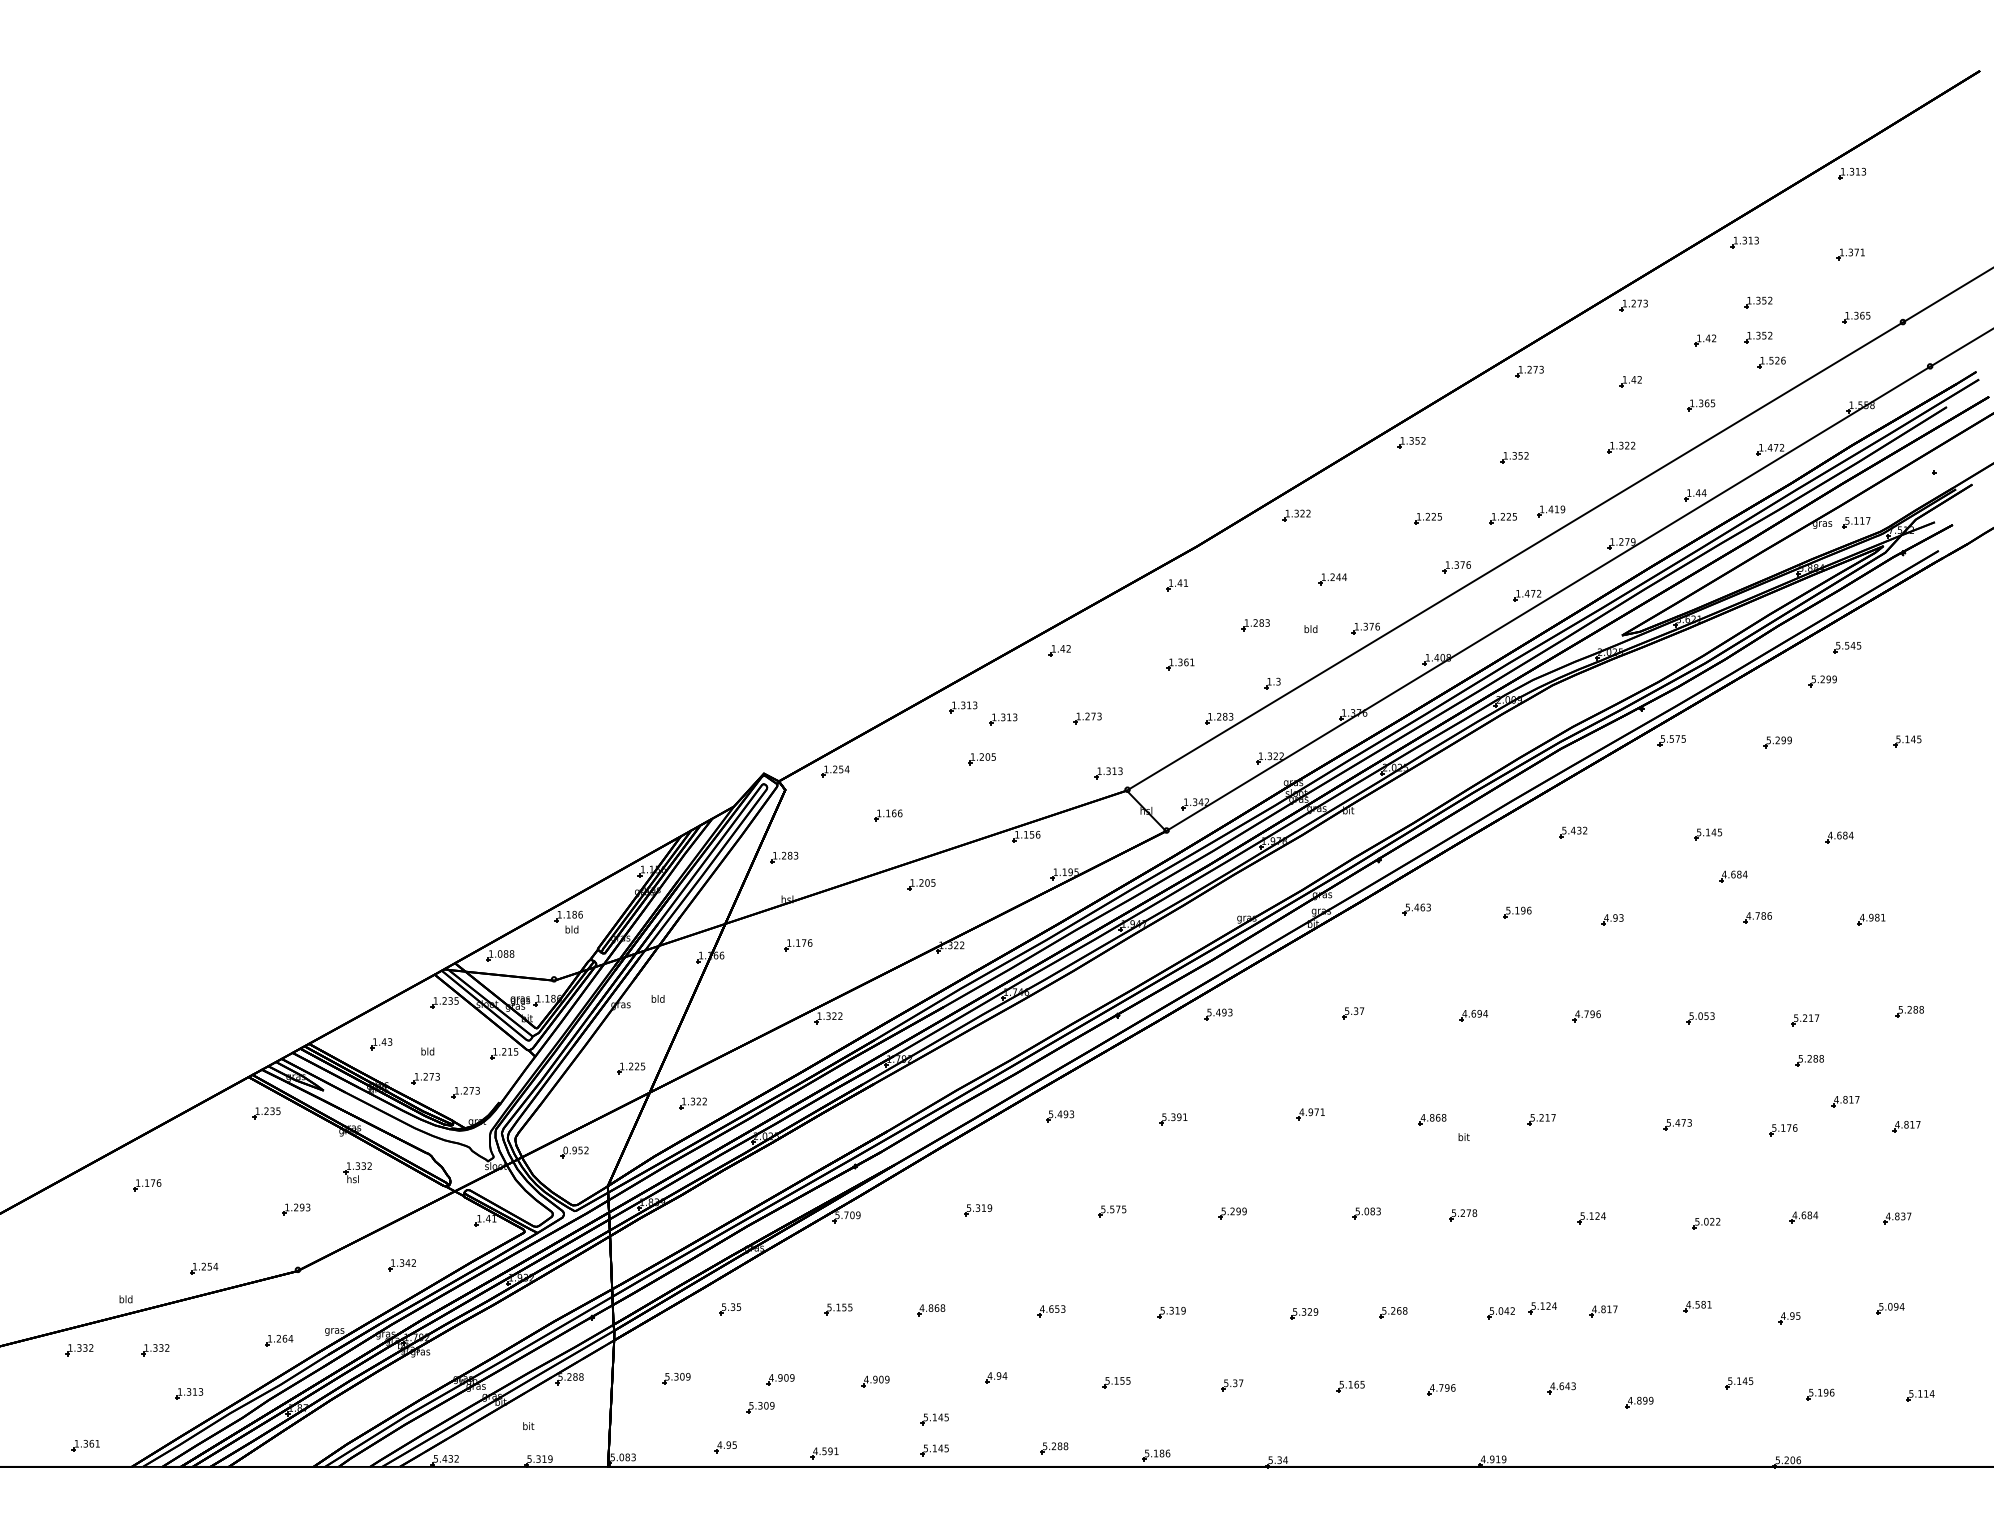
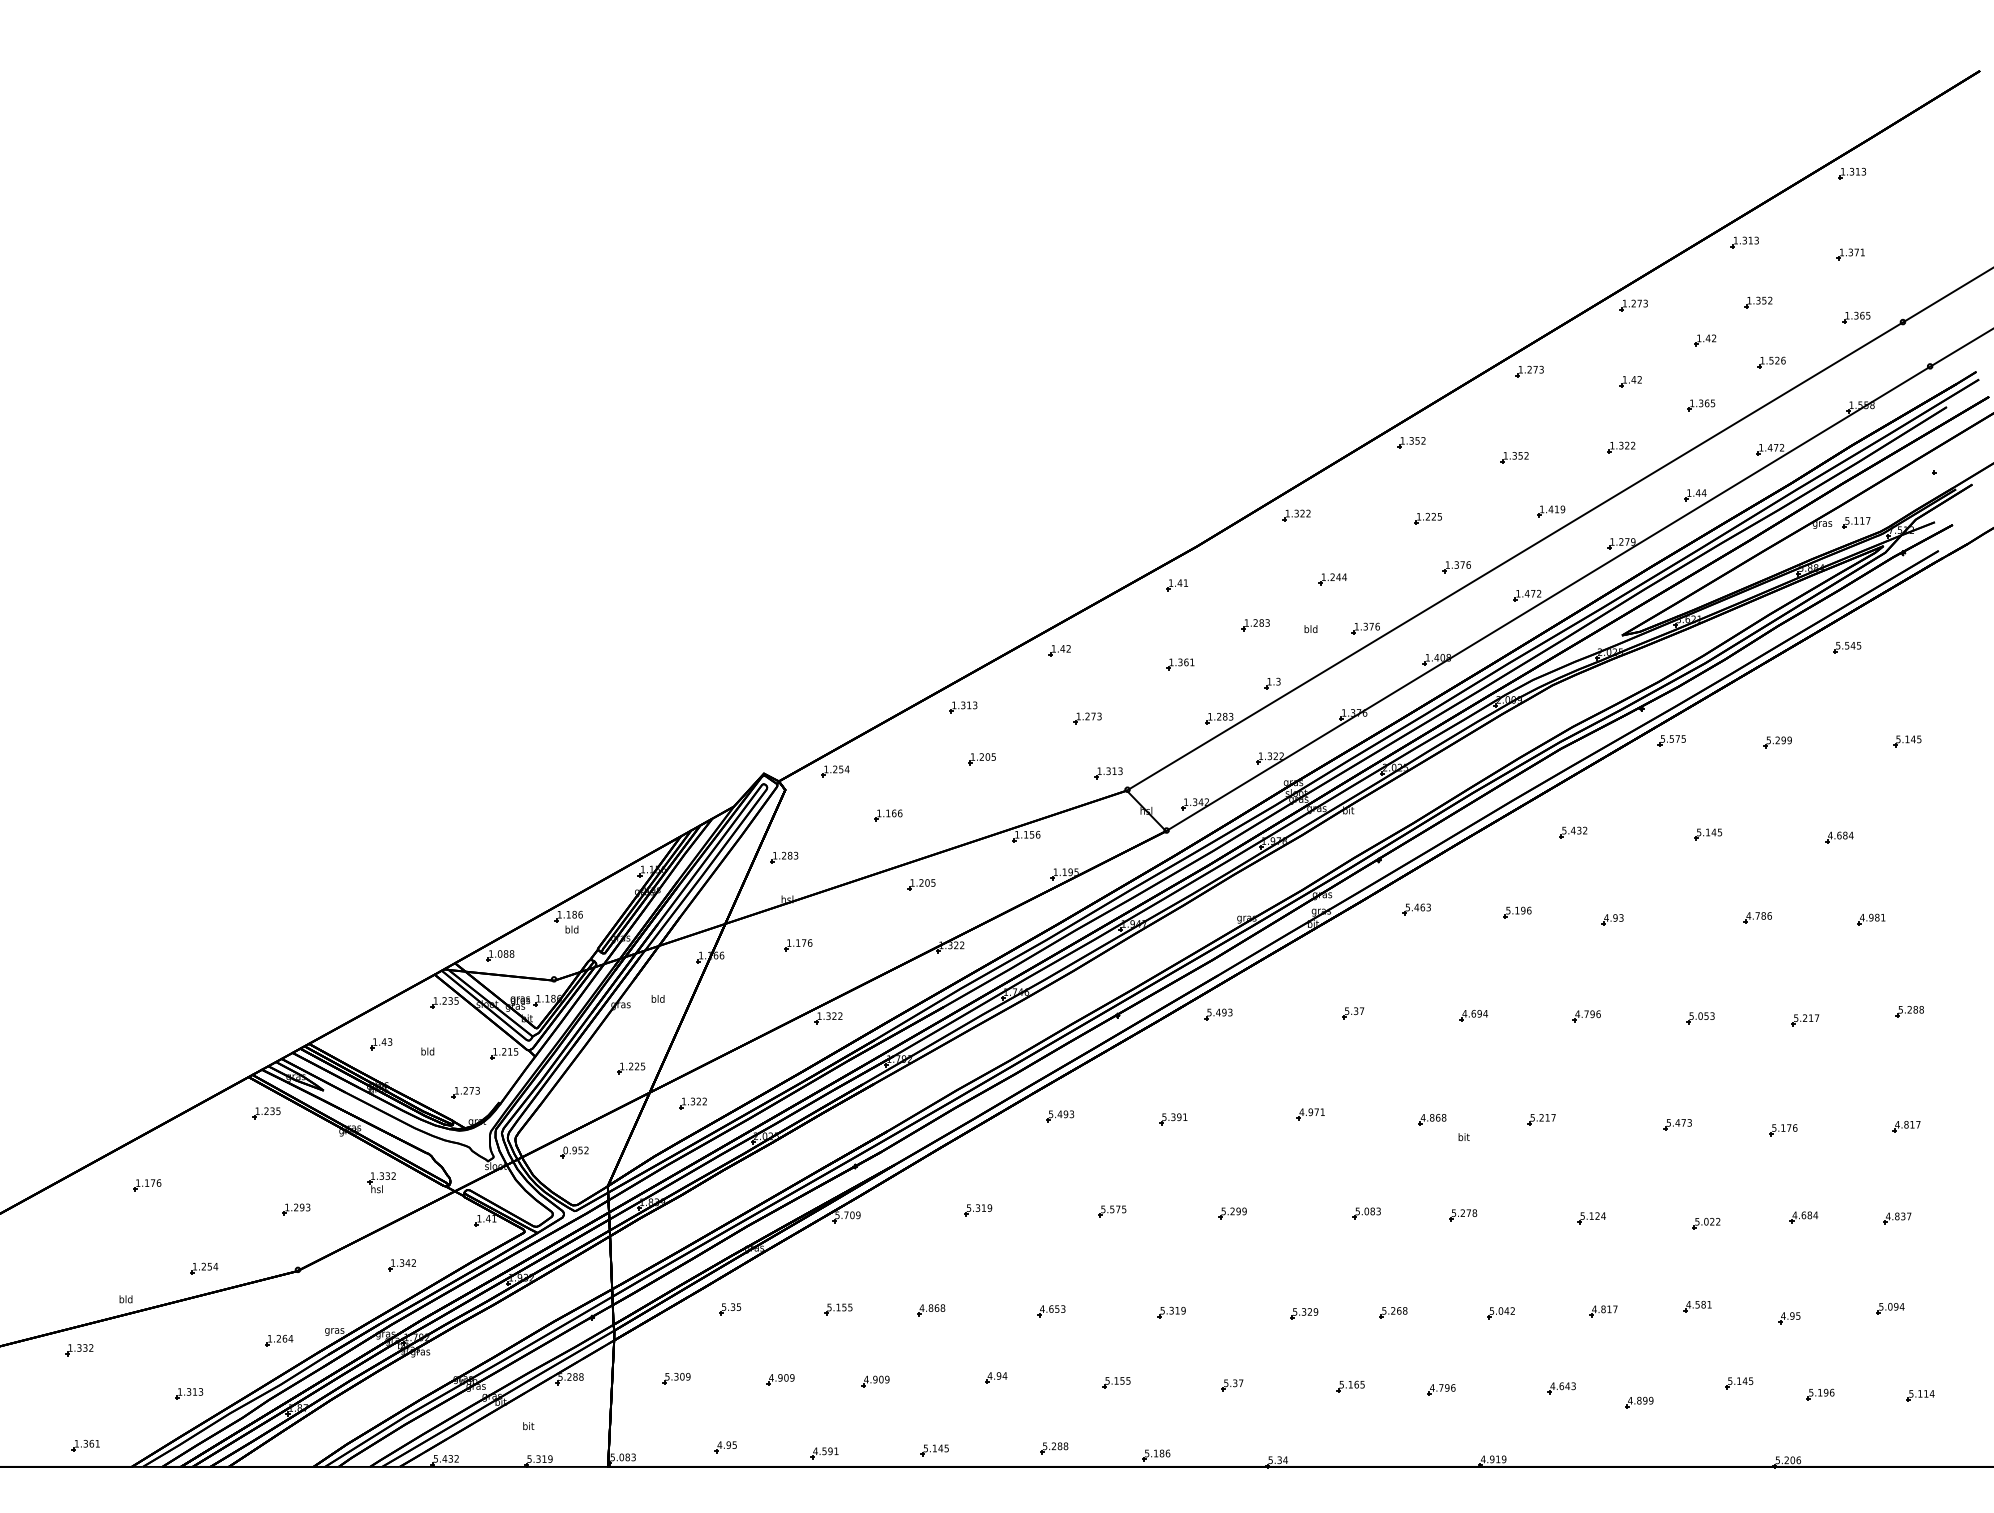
part at (1758, 337): present -> none
part at (1502, 518): present -> none
part at (1822, 681): present -> none
part at (1003, 719): present -> none
part at (1733, 876): present -> none
part at (1809, 1060): present -> none
part at (425, 1078): present -> none
part at (1845, 1101): present -> none
part at (357, 1172) position: (357, 1172) -> (381, 1182)
part at (1542, 1308): present -> none
part at (155, 1350): present -> none
part at (760, 1407): present -> none
part at (934, 1419): present -> none
